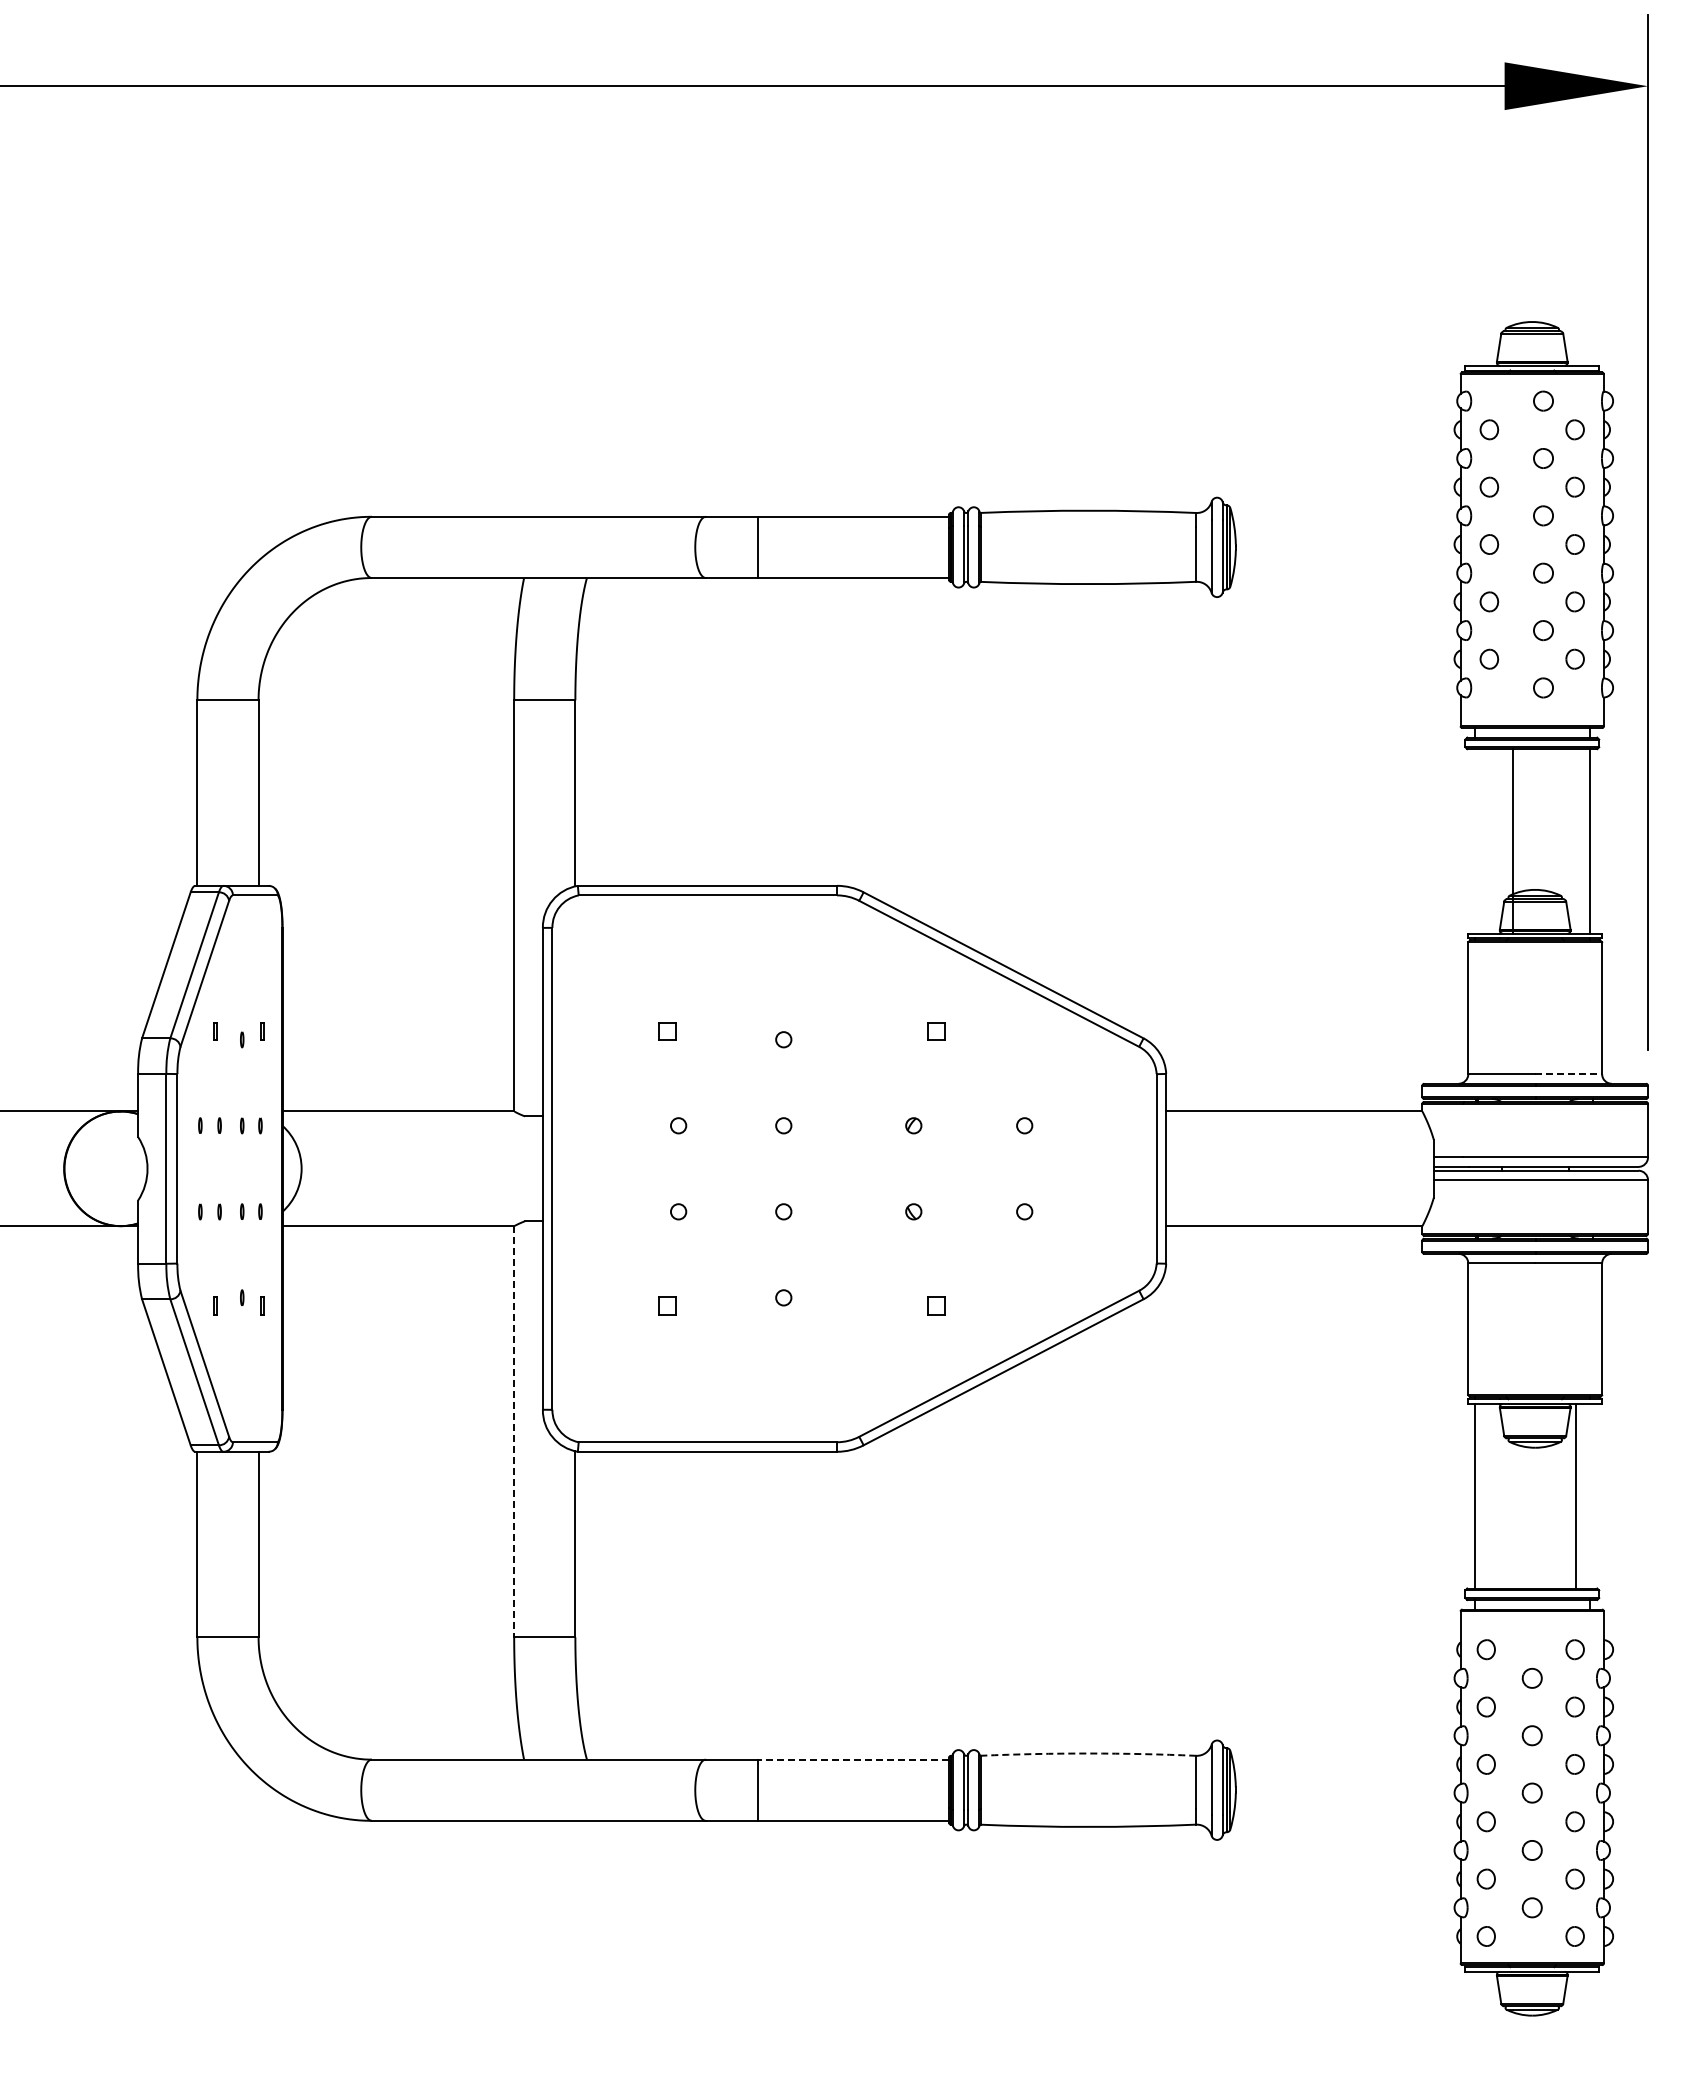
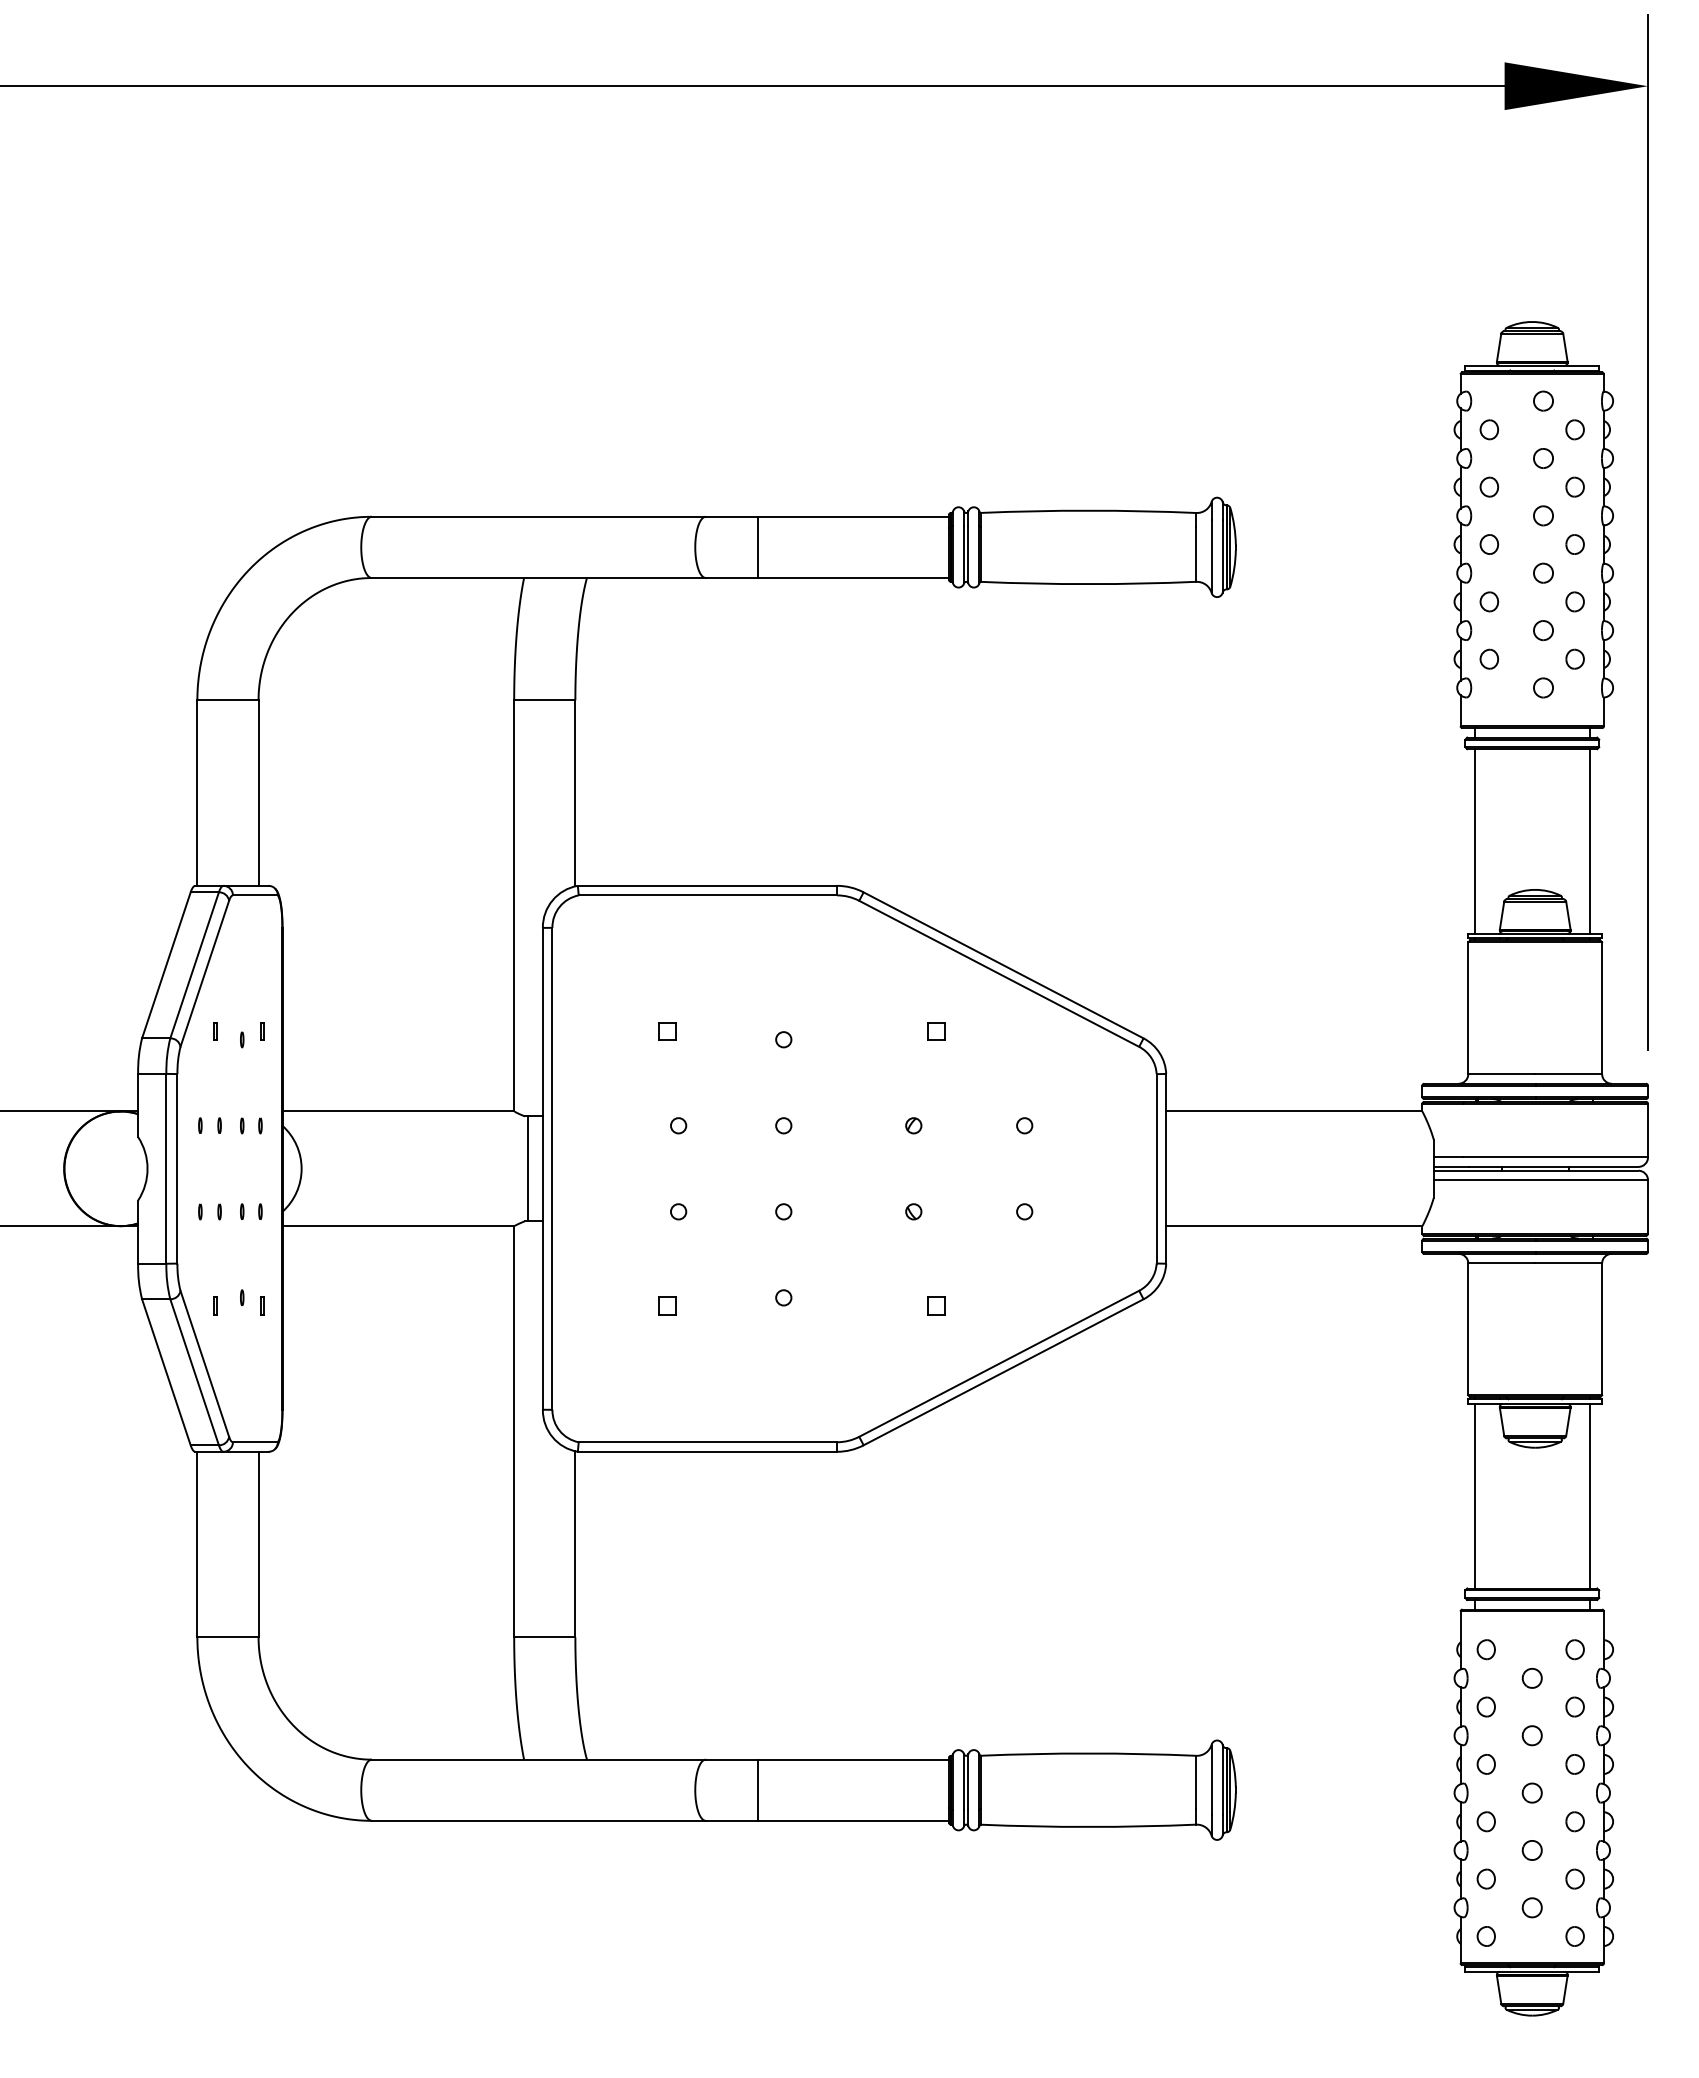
line at (1512, 841) position: (1512, 841) -> (1474, 841)
line at (1569, 1074): dashed -> solid
line at (527, 1168): none -> present
line at (514, 1431): dashed -> solid
line at (1575, 1496) position: (1575, 1496) -> (1589, 1496)
arc at (1088, 1753): dashed -> solid
line at (853, 1759): dashed -> solid
